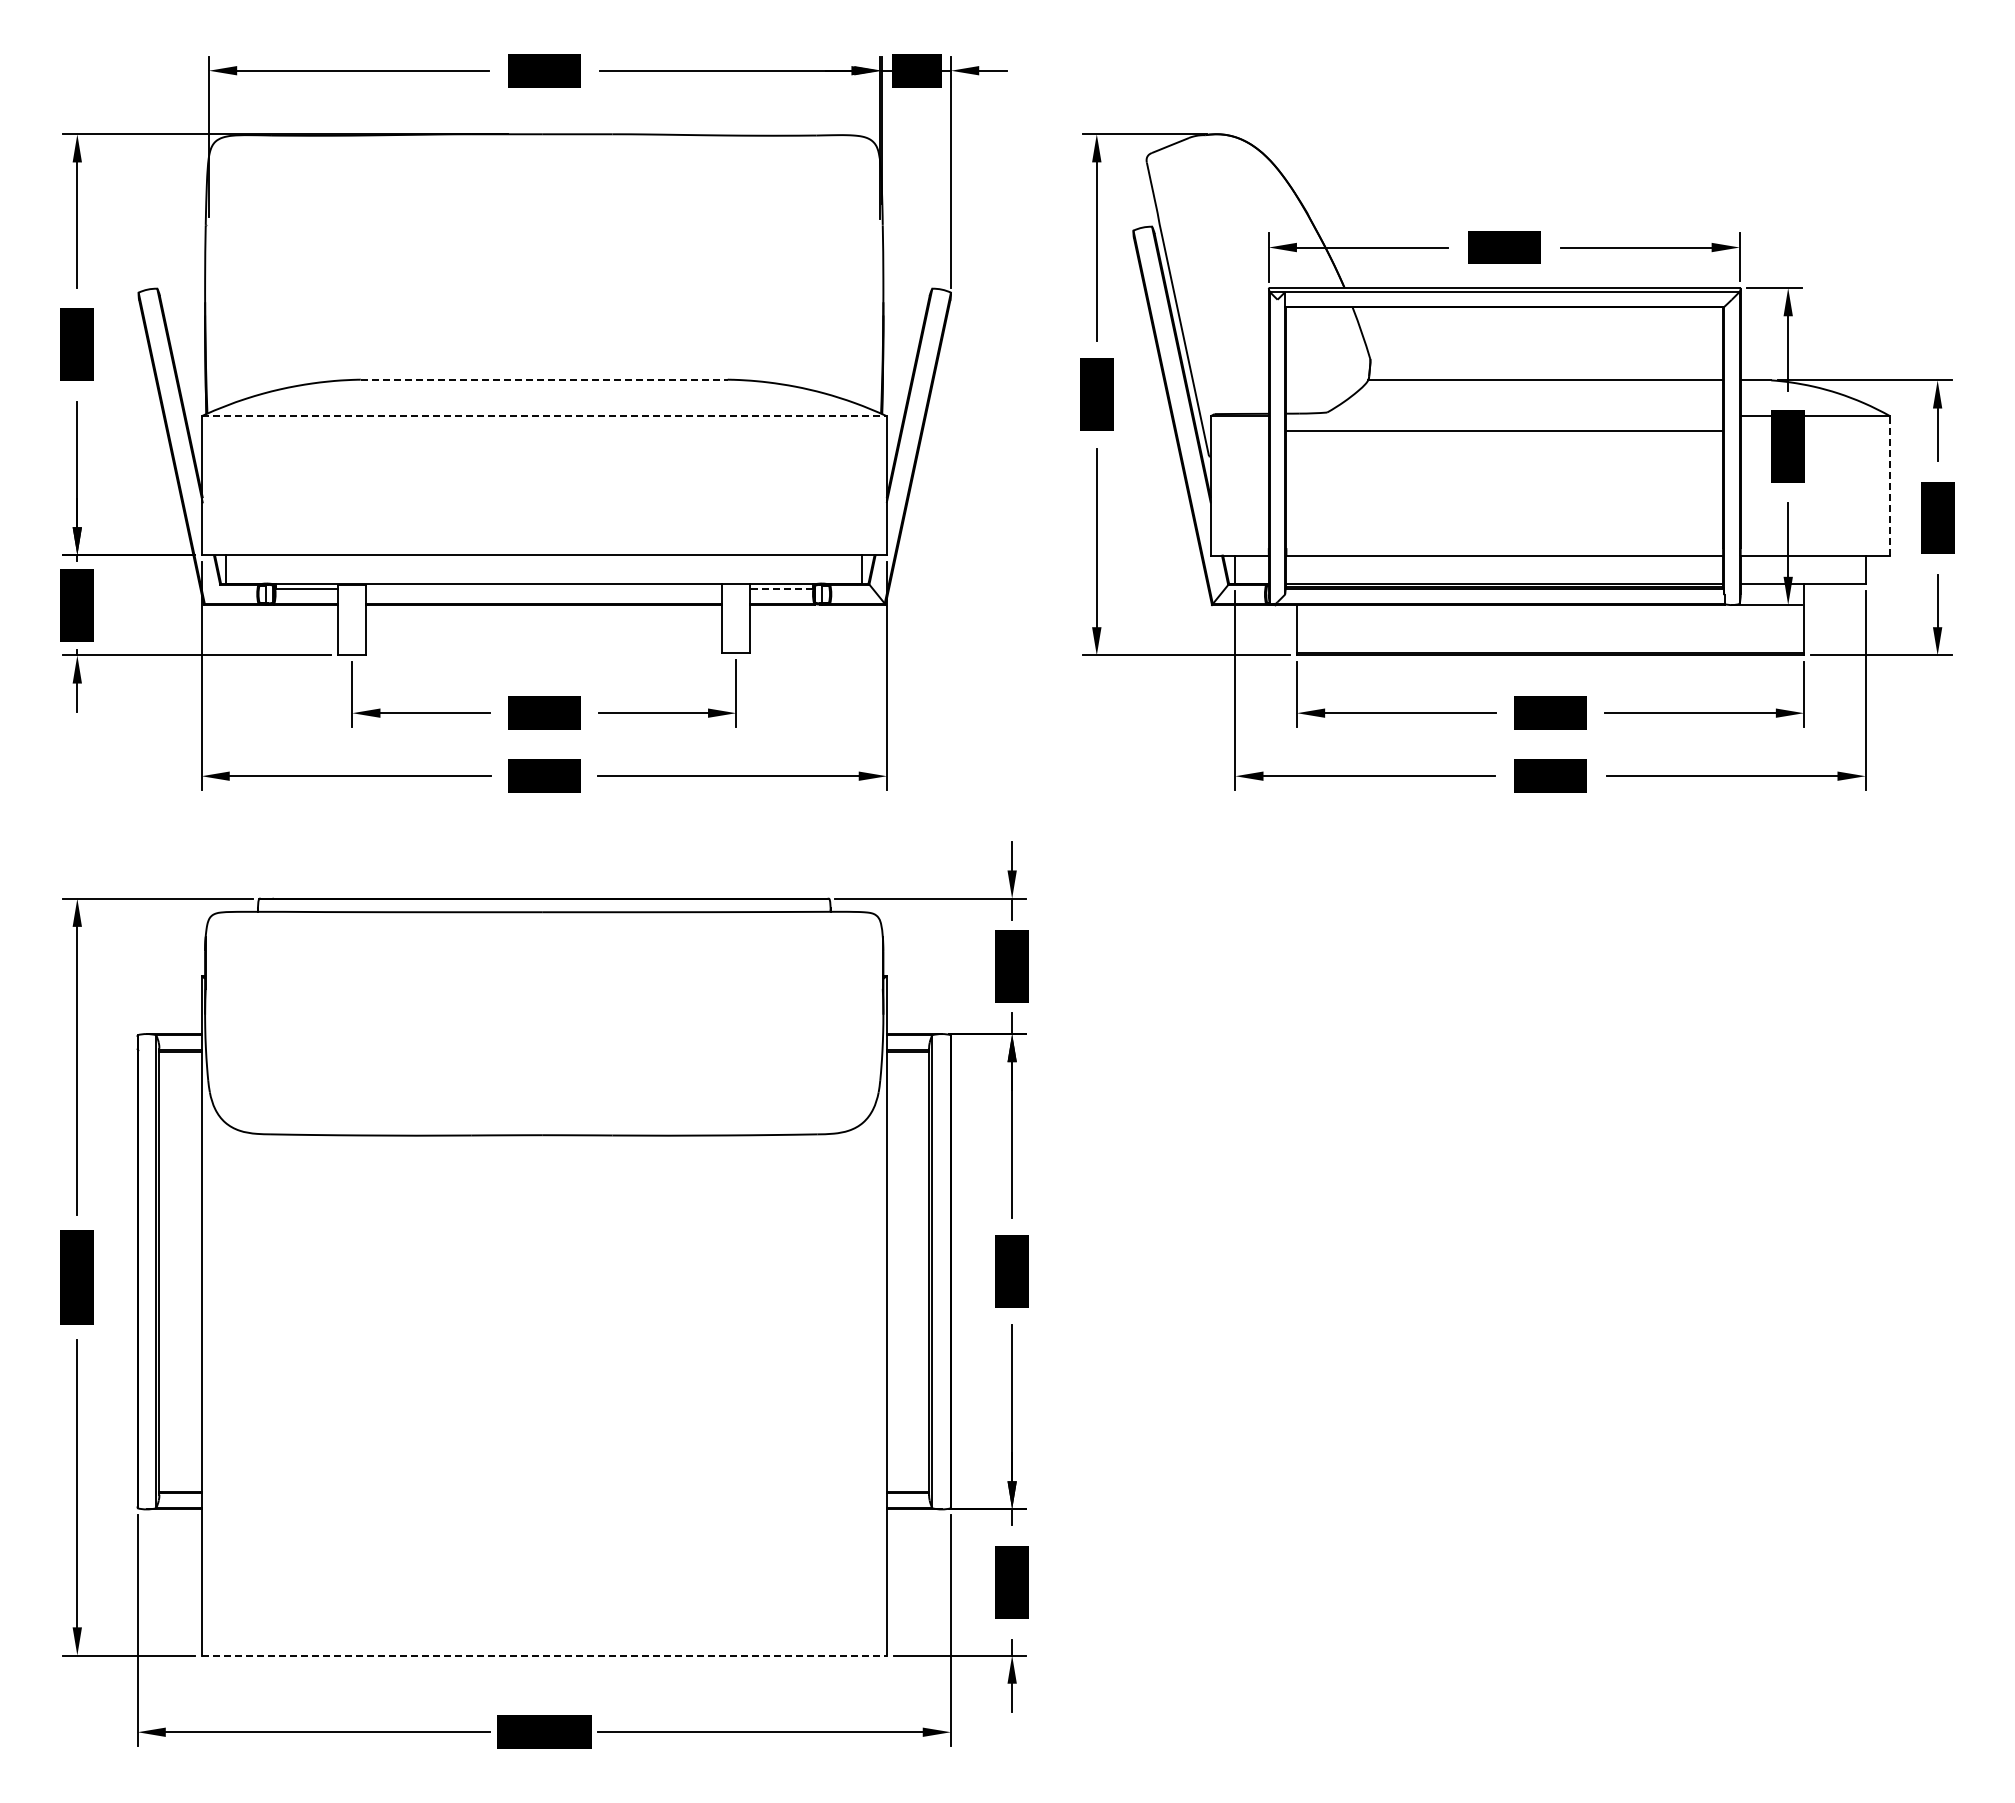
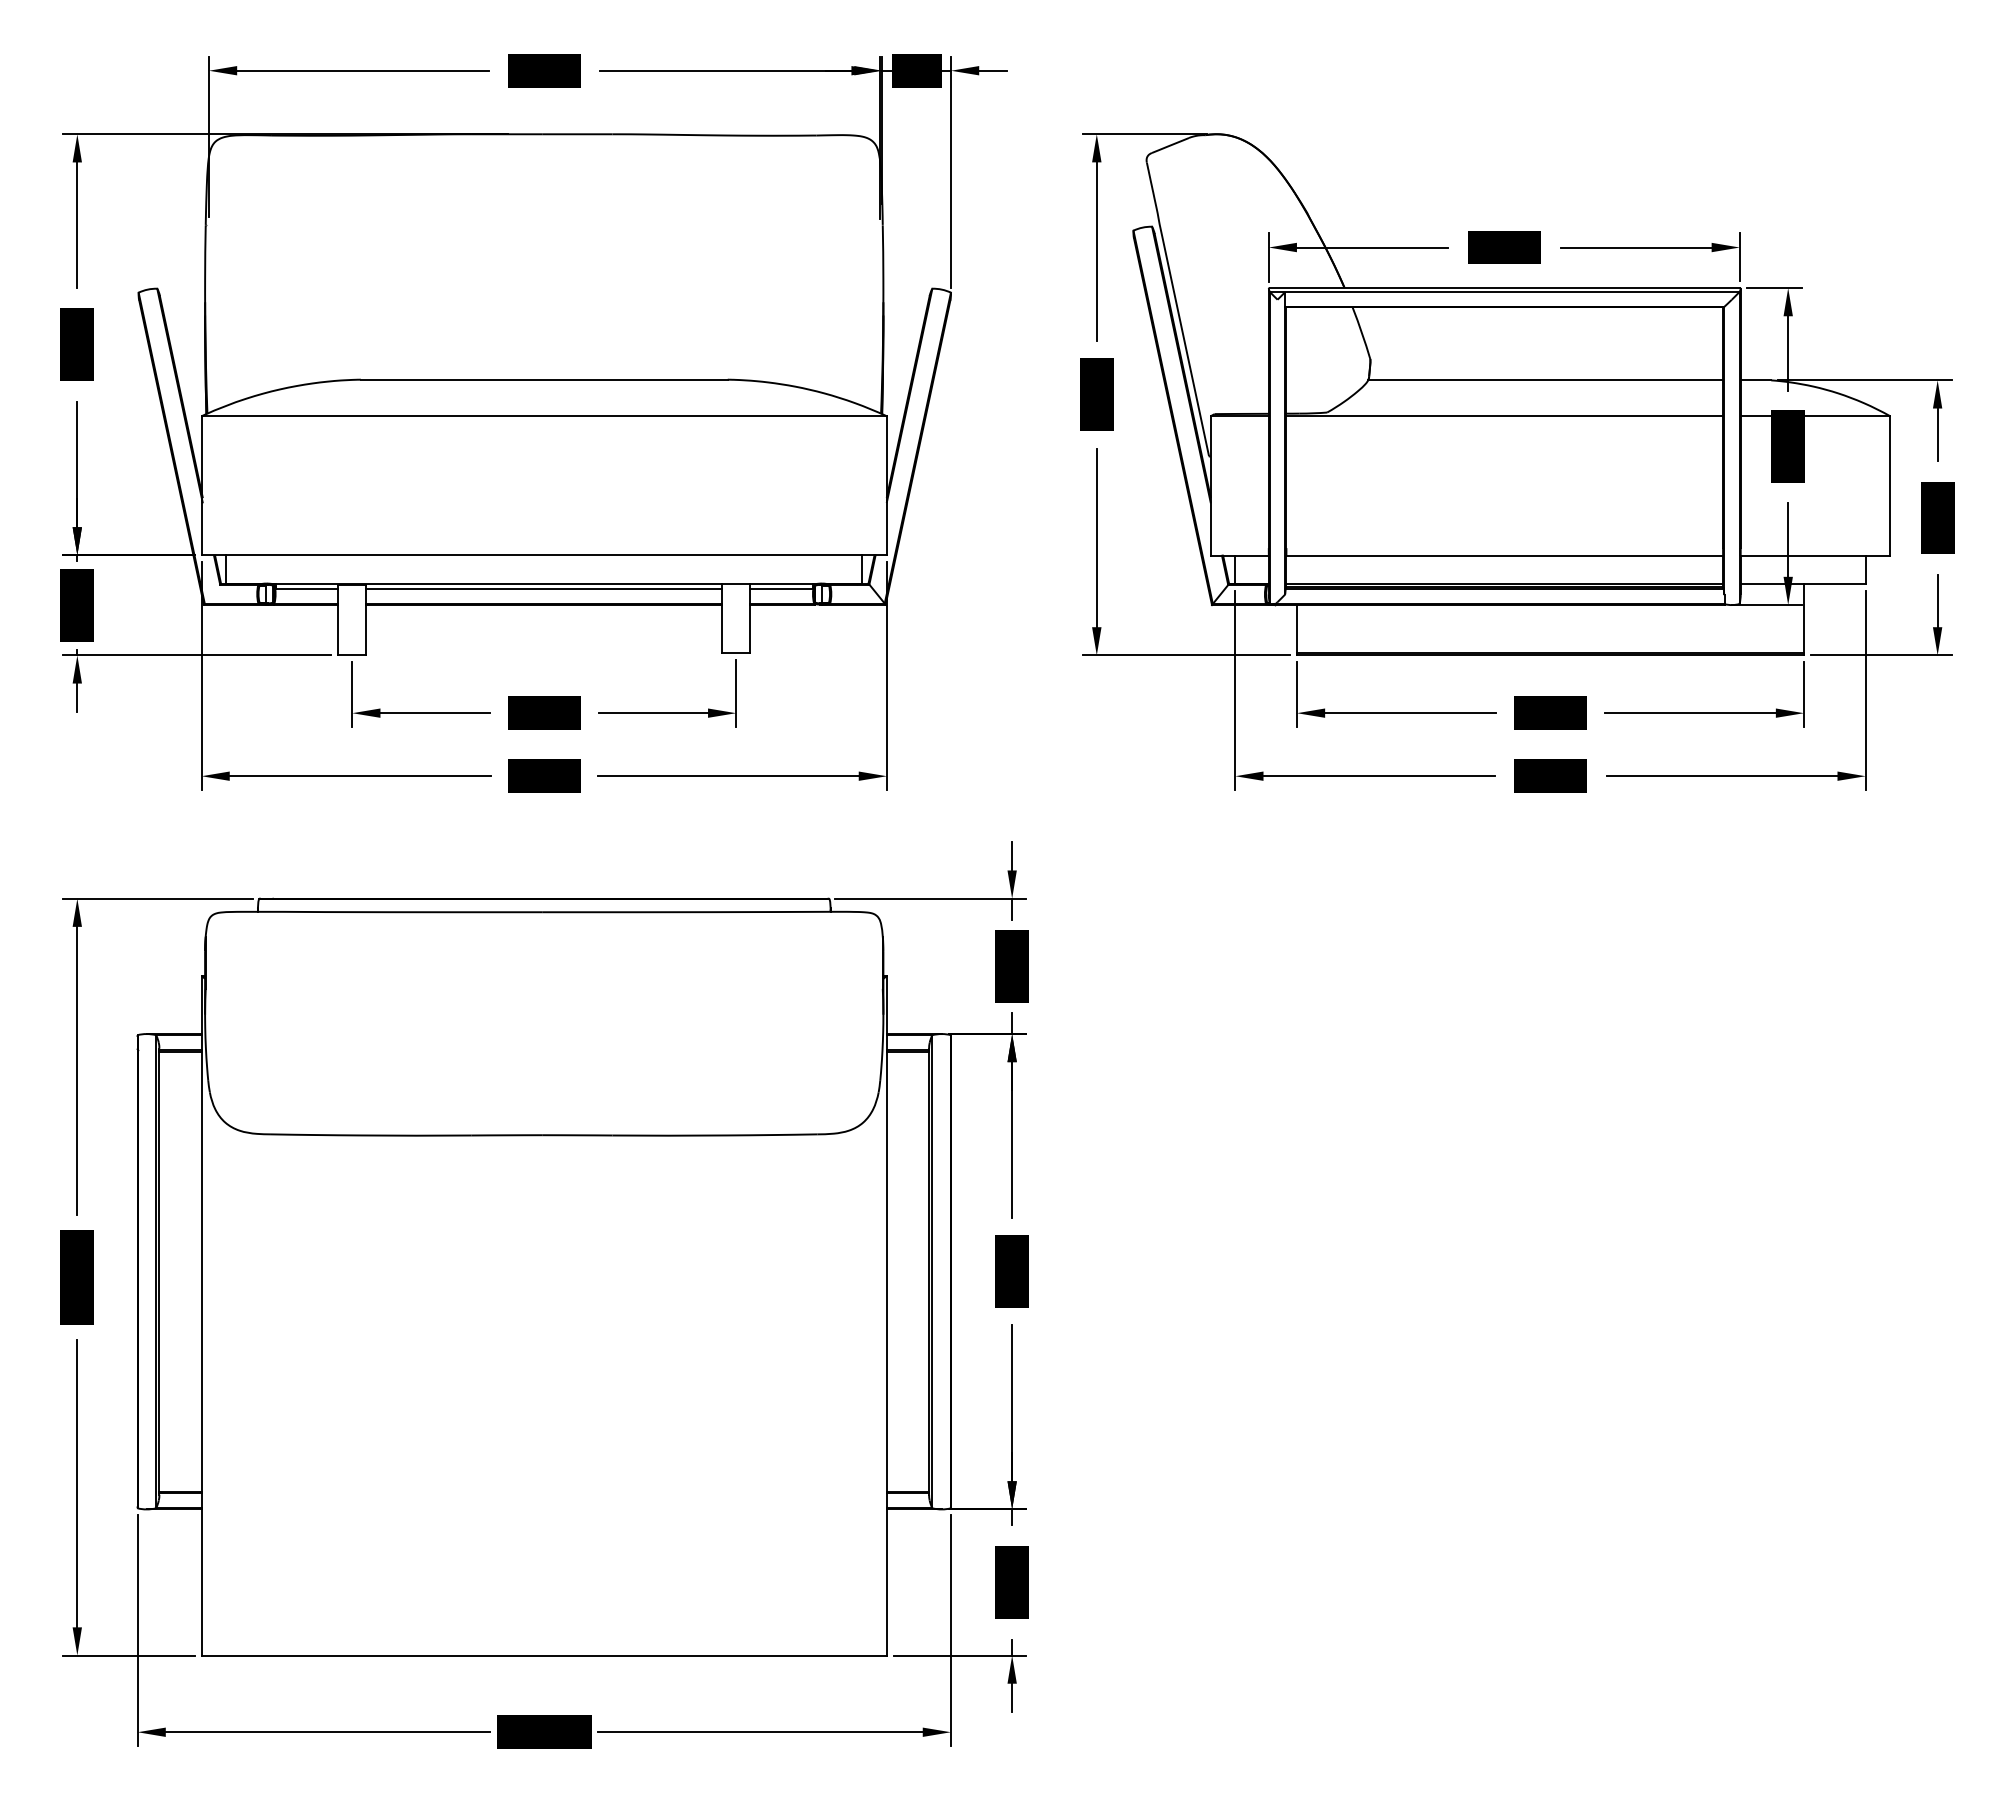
line at (544, 379): dashed -> solid
line at (544, 416): dashed -> solid
line at (1504, 431) position: (1504, 431) -> (1504, 416)
line at (1890, 486): dashed -> solid
line at (544, 589): none -> present
line at (781, 589): dashed -> solid
line at (544, 1655): dashed -> solid
